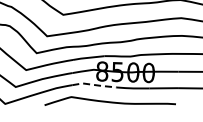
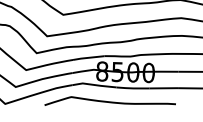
line at (94, 84): dashed -> solid
